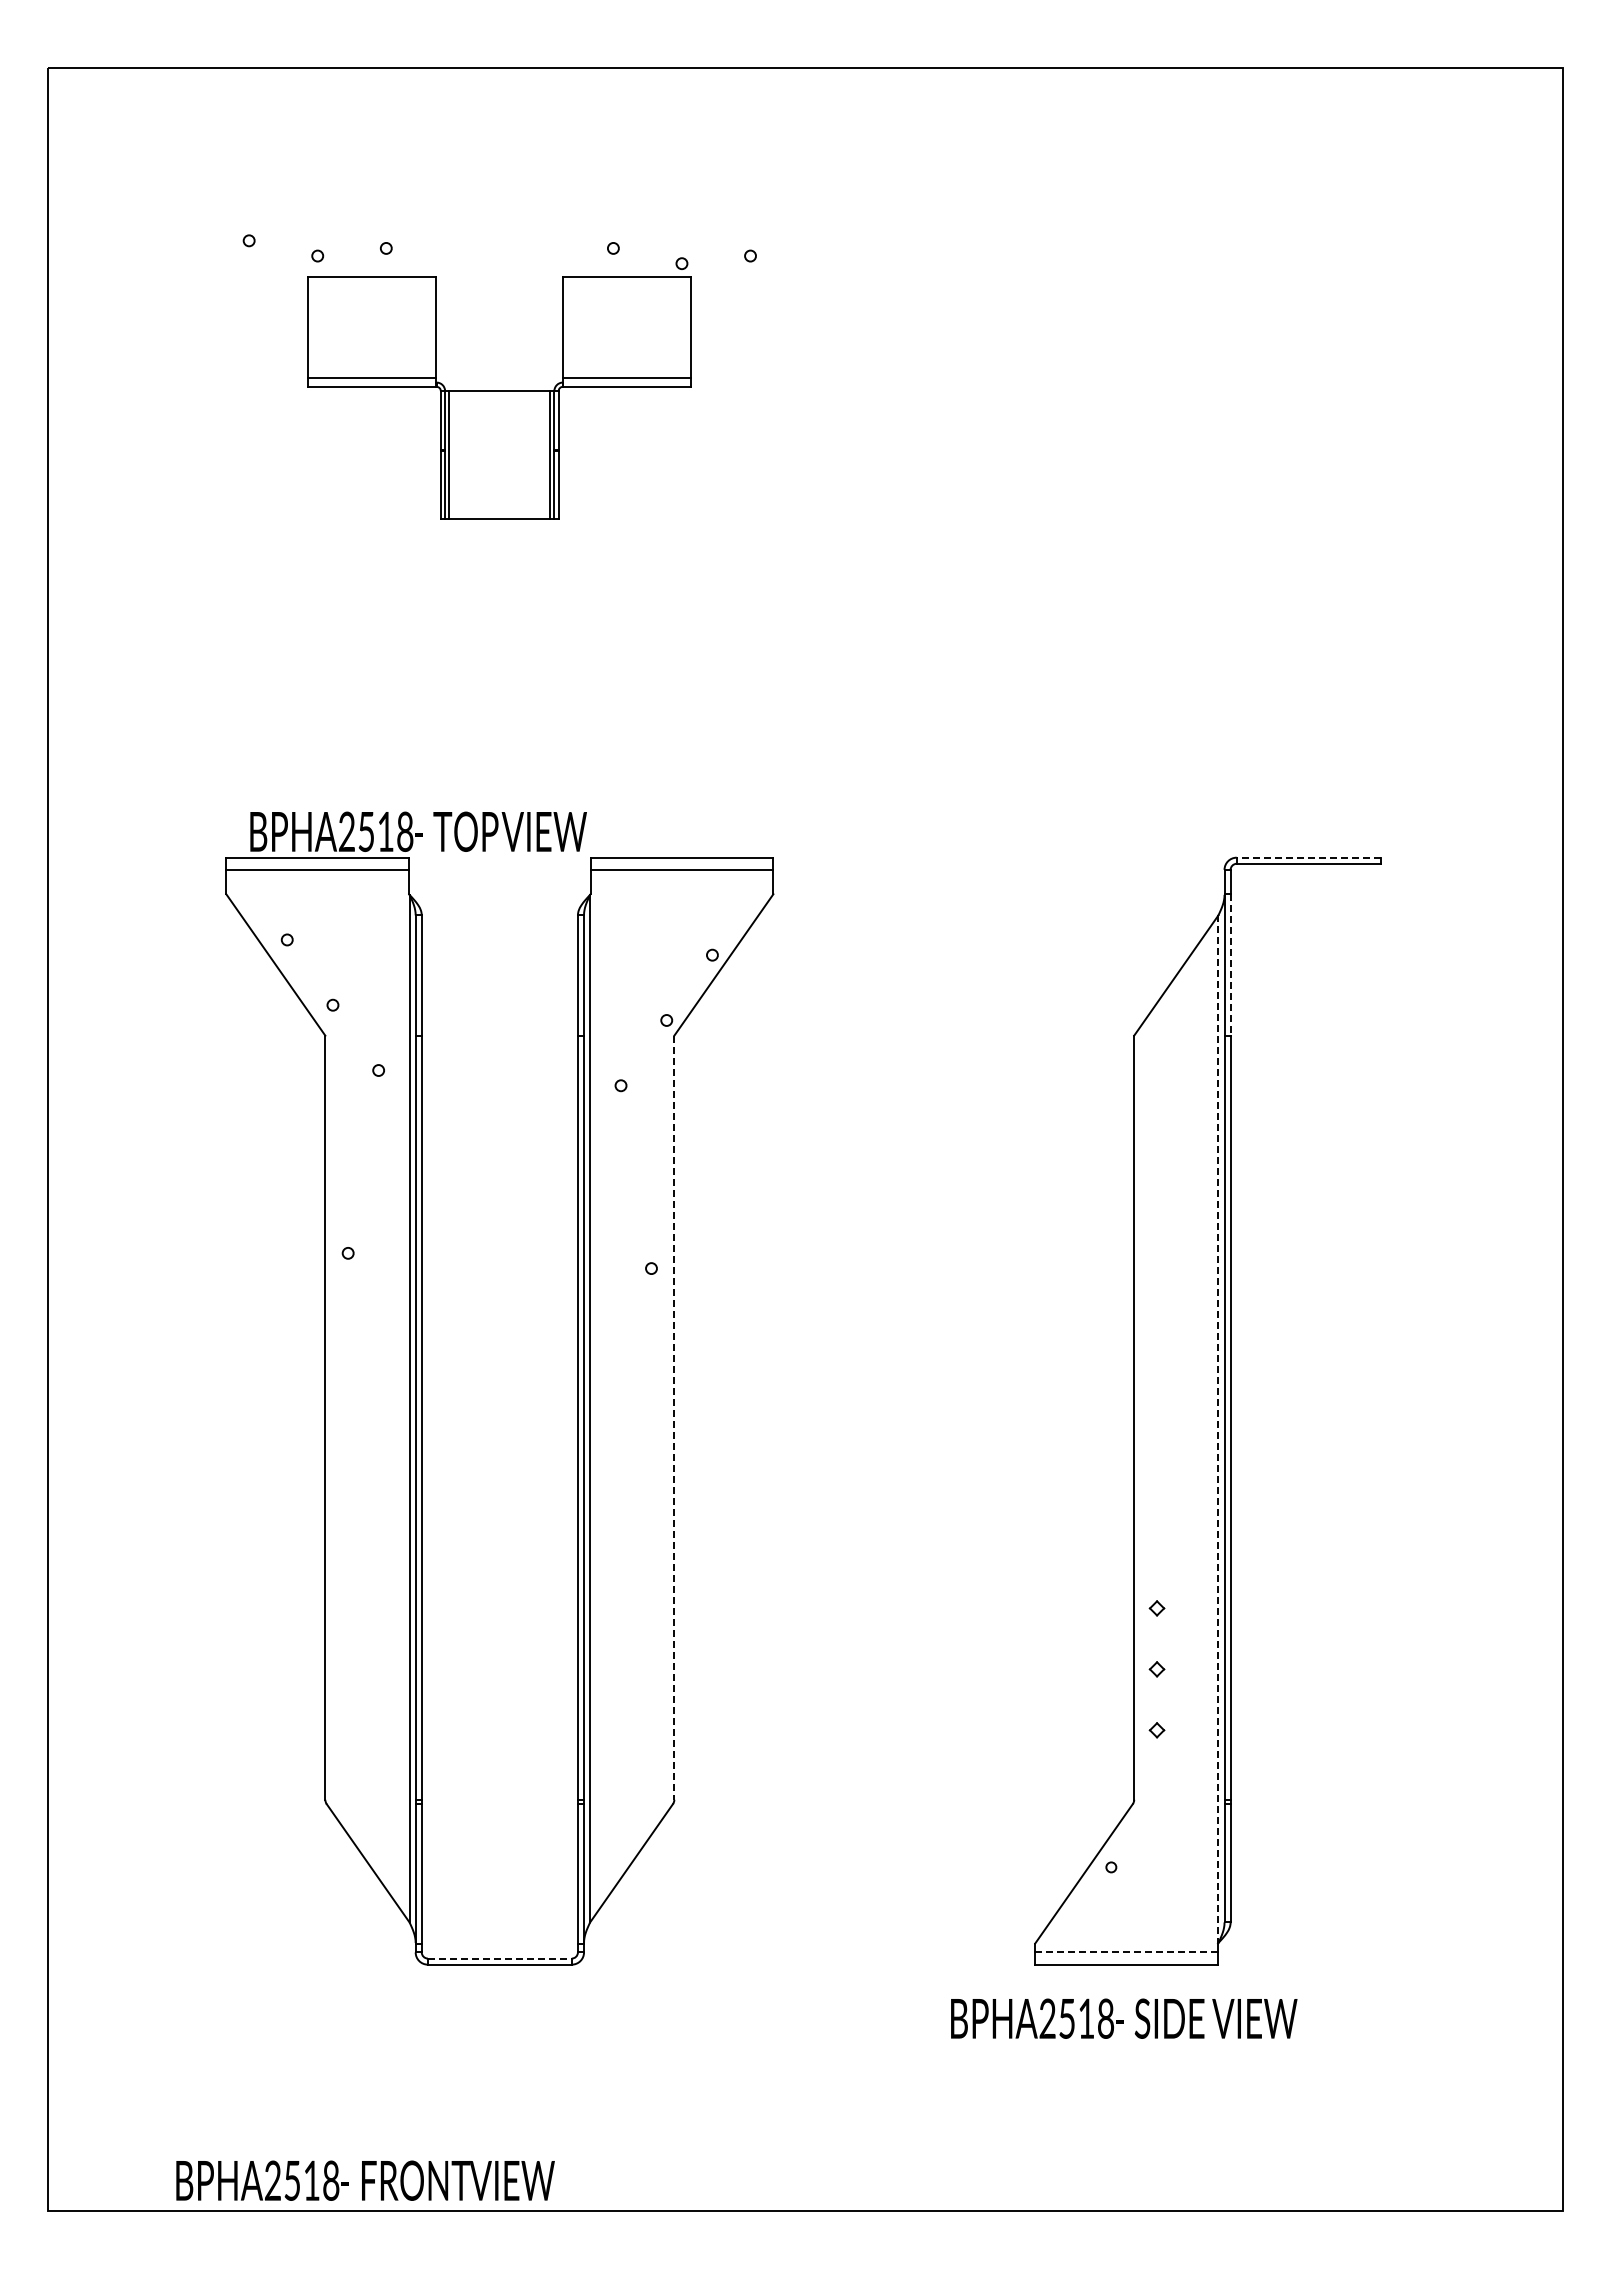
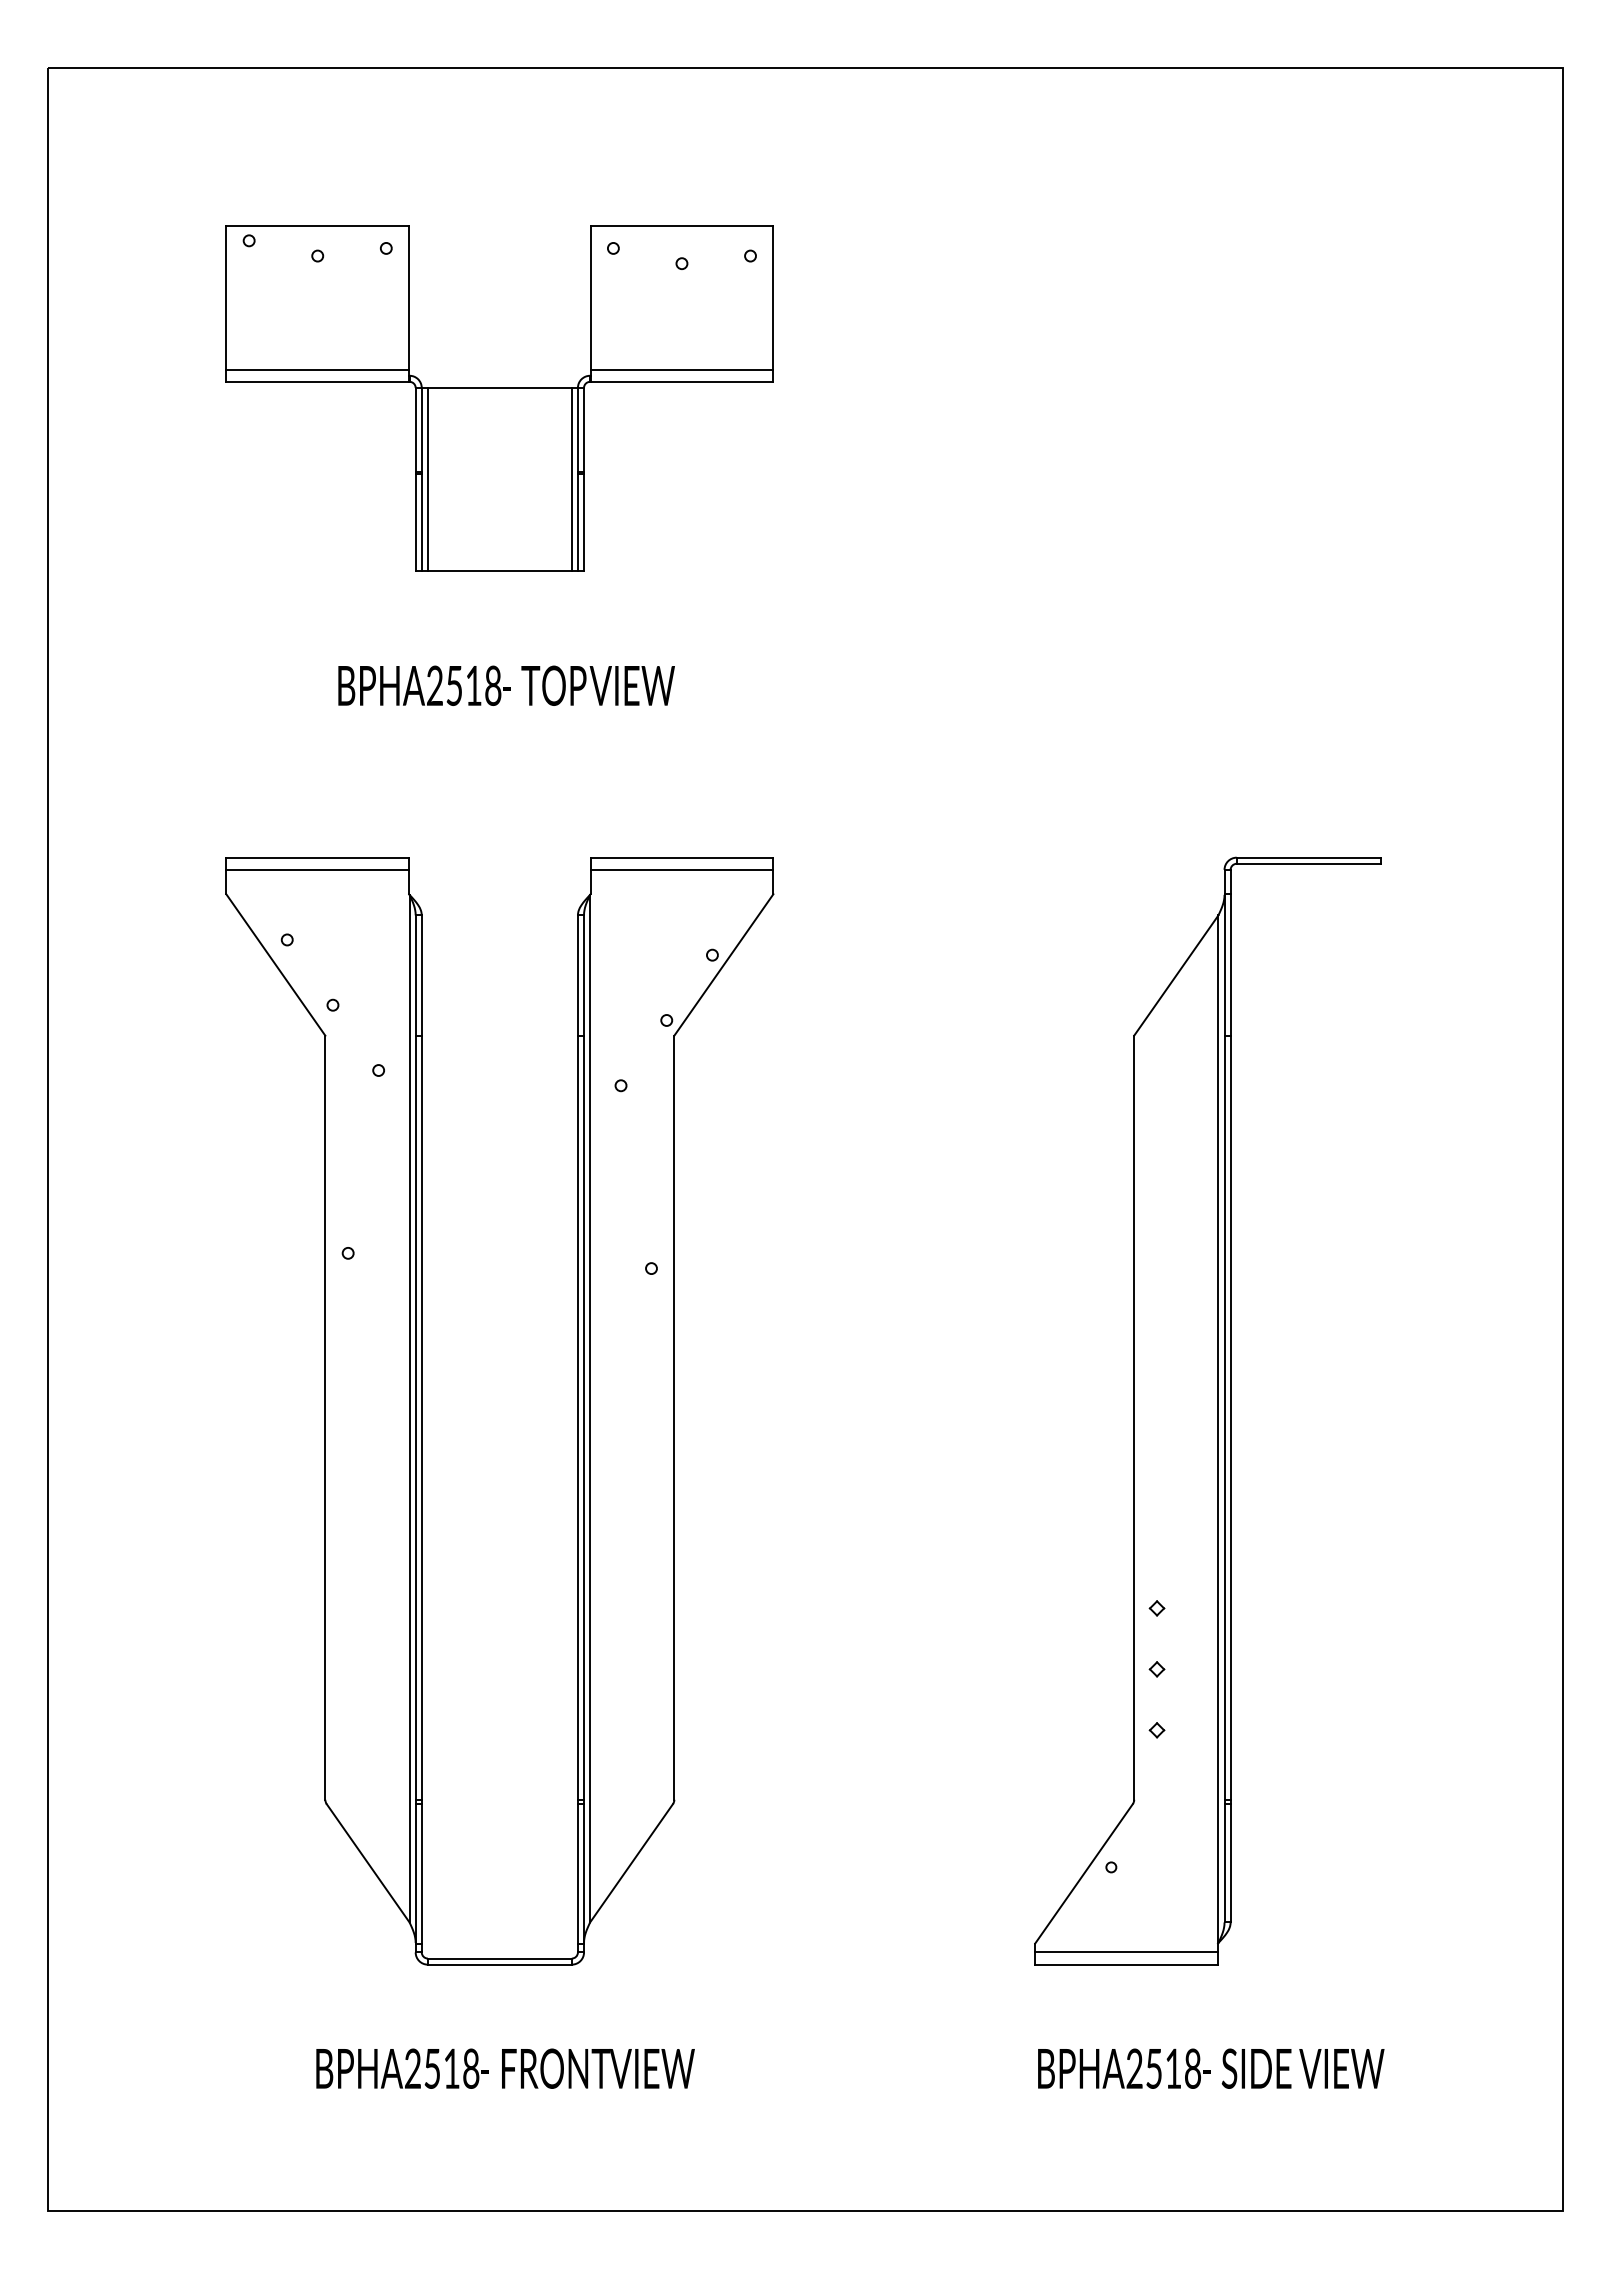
part at (499, 397) size: 385x244 px -> 549x347 px
text at (418, 831) position: (418, 831) -> (506, 685)
line at (1308, 857): dashed -> solid
line at (1230, 964): dashed -> solid
line at (674, 1418): dashed -> solid
line at (1218, 1429): dashed -> solid
line at (1126, 1952): dashed -> solid
line at (499, 1958): dashed -> solid
text at (1124, 2018) position: (1124, 2018) -> (1211, 2068)
text at (365, 2180) position: (365, 2180) -> (505, 2068)
